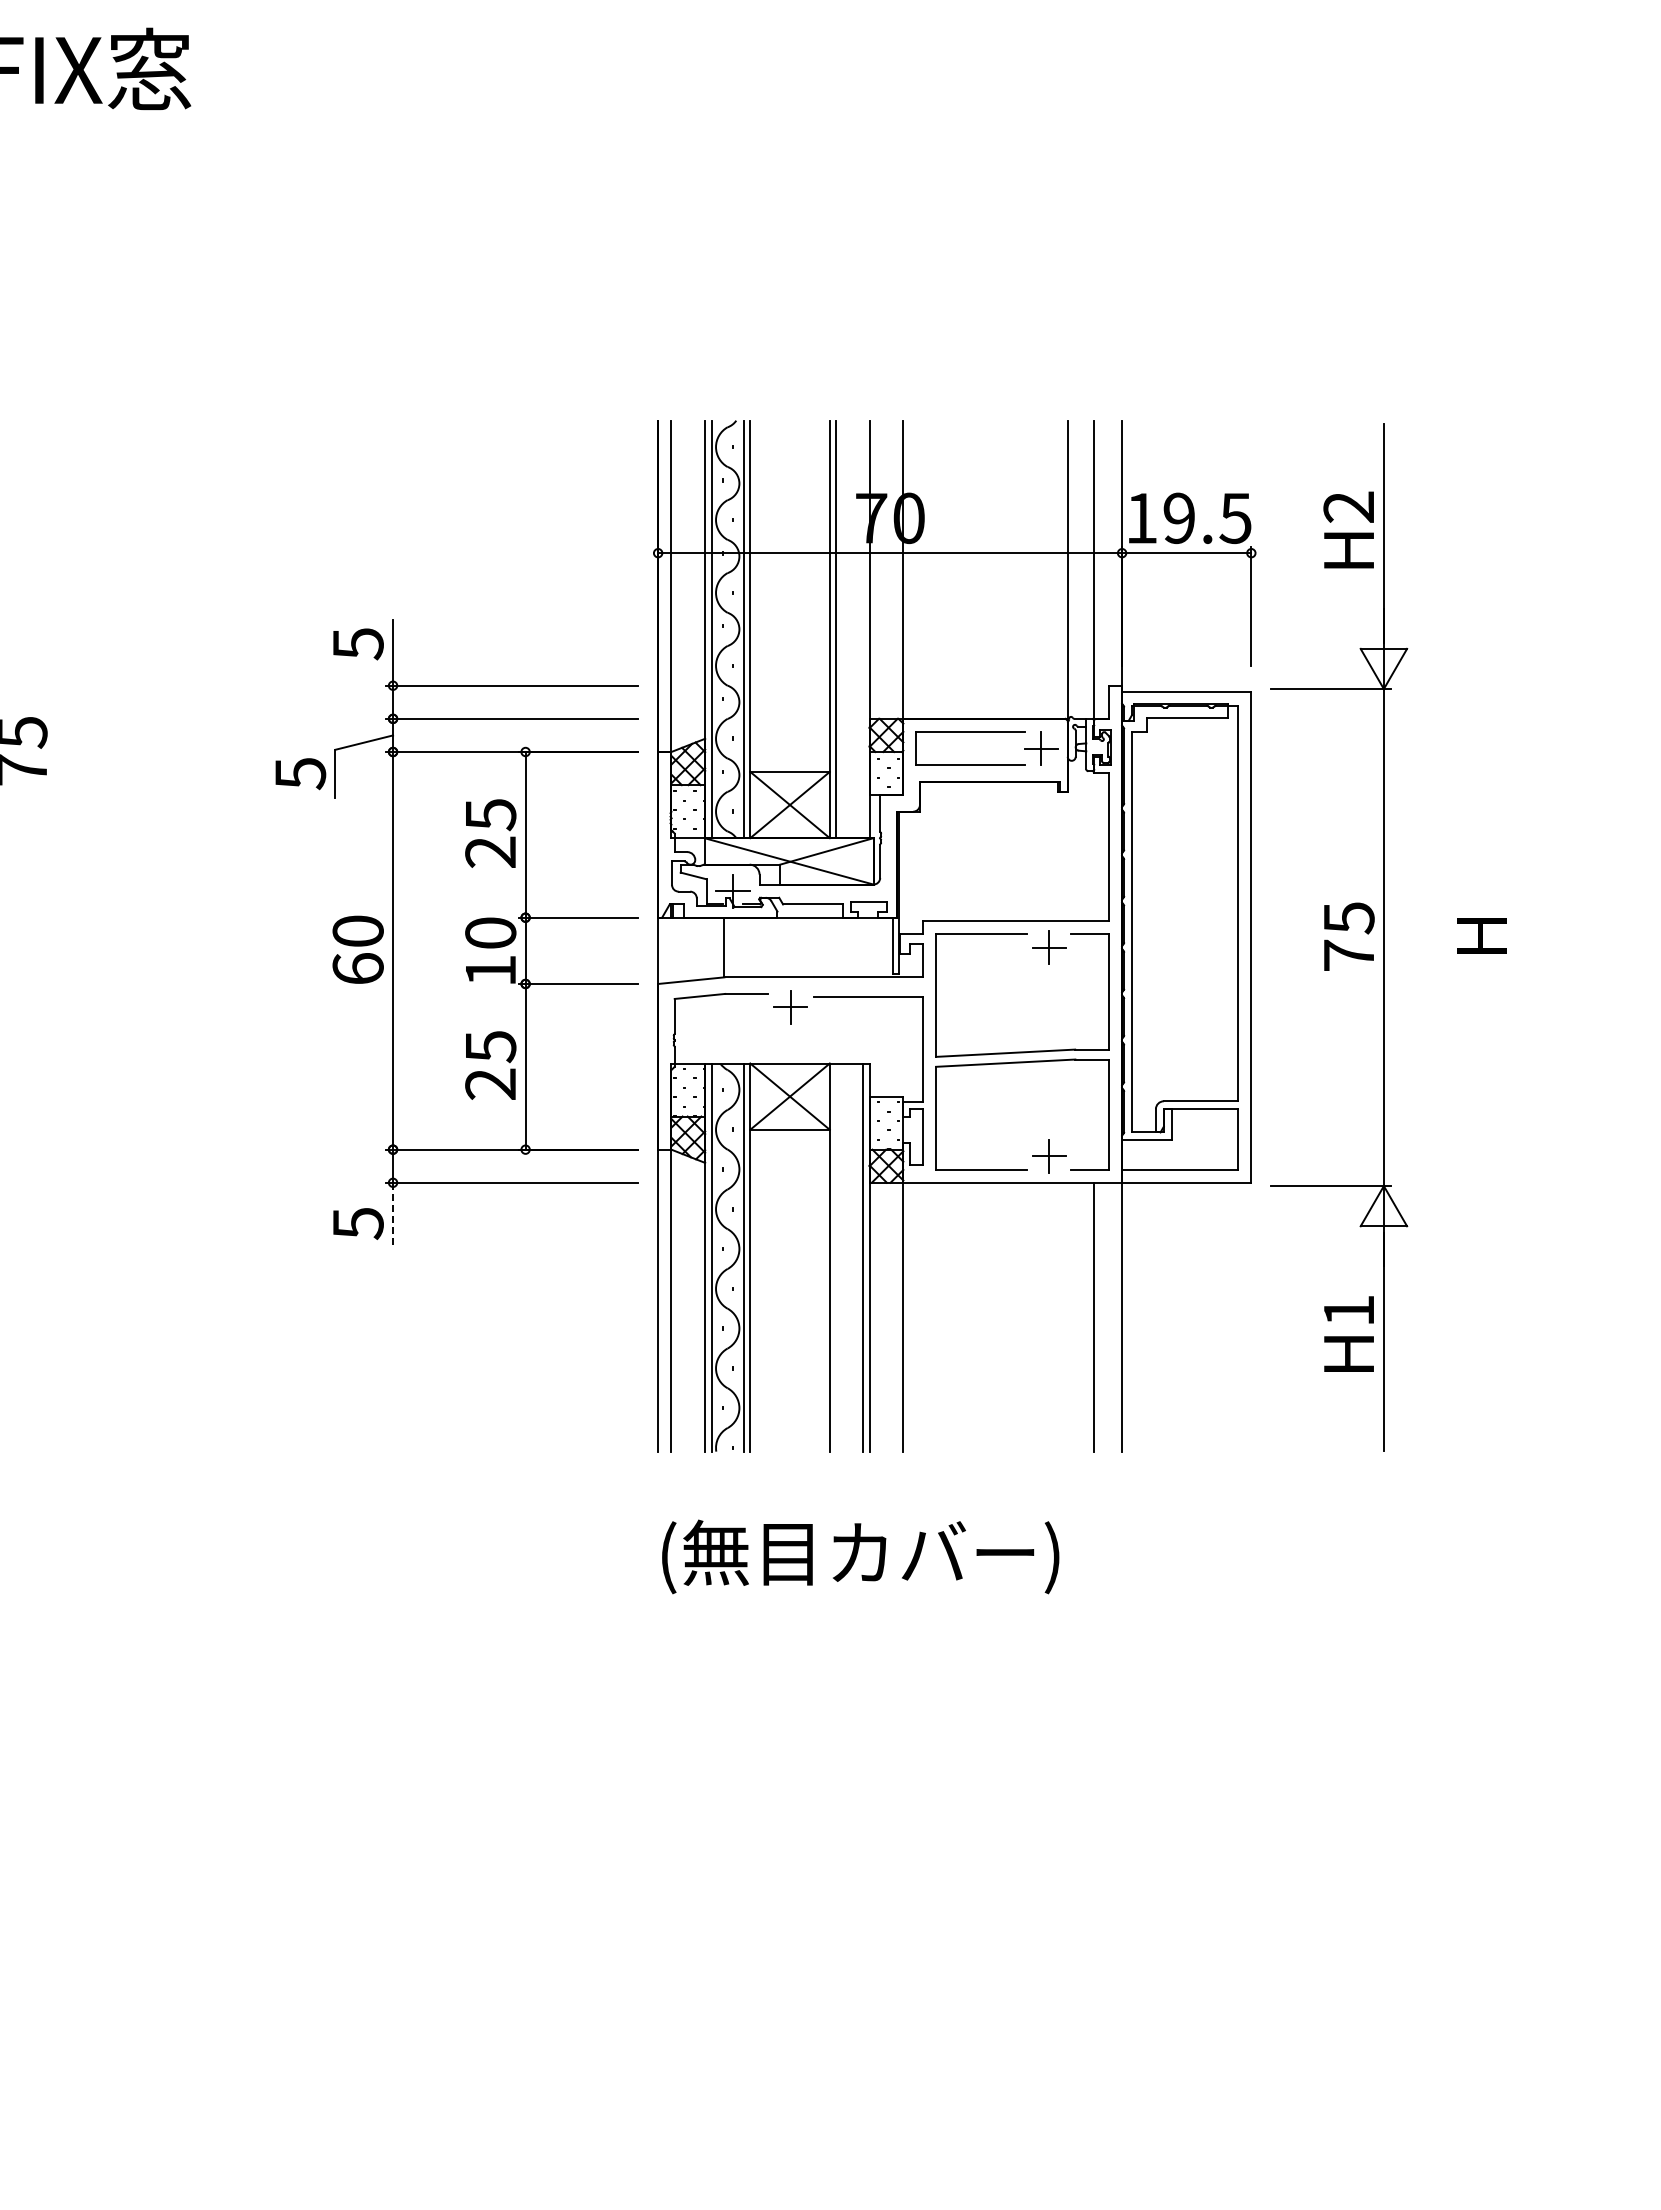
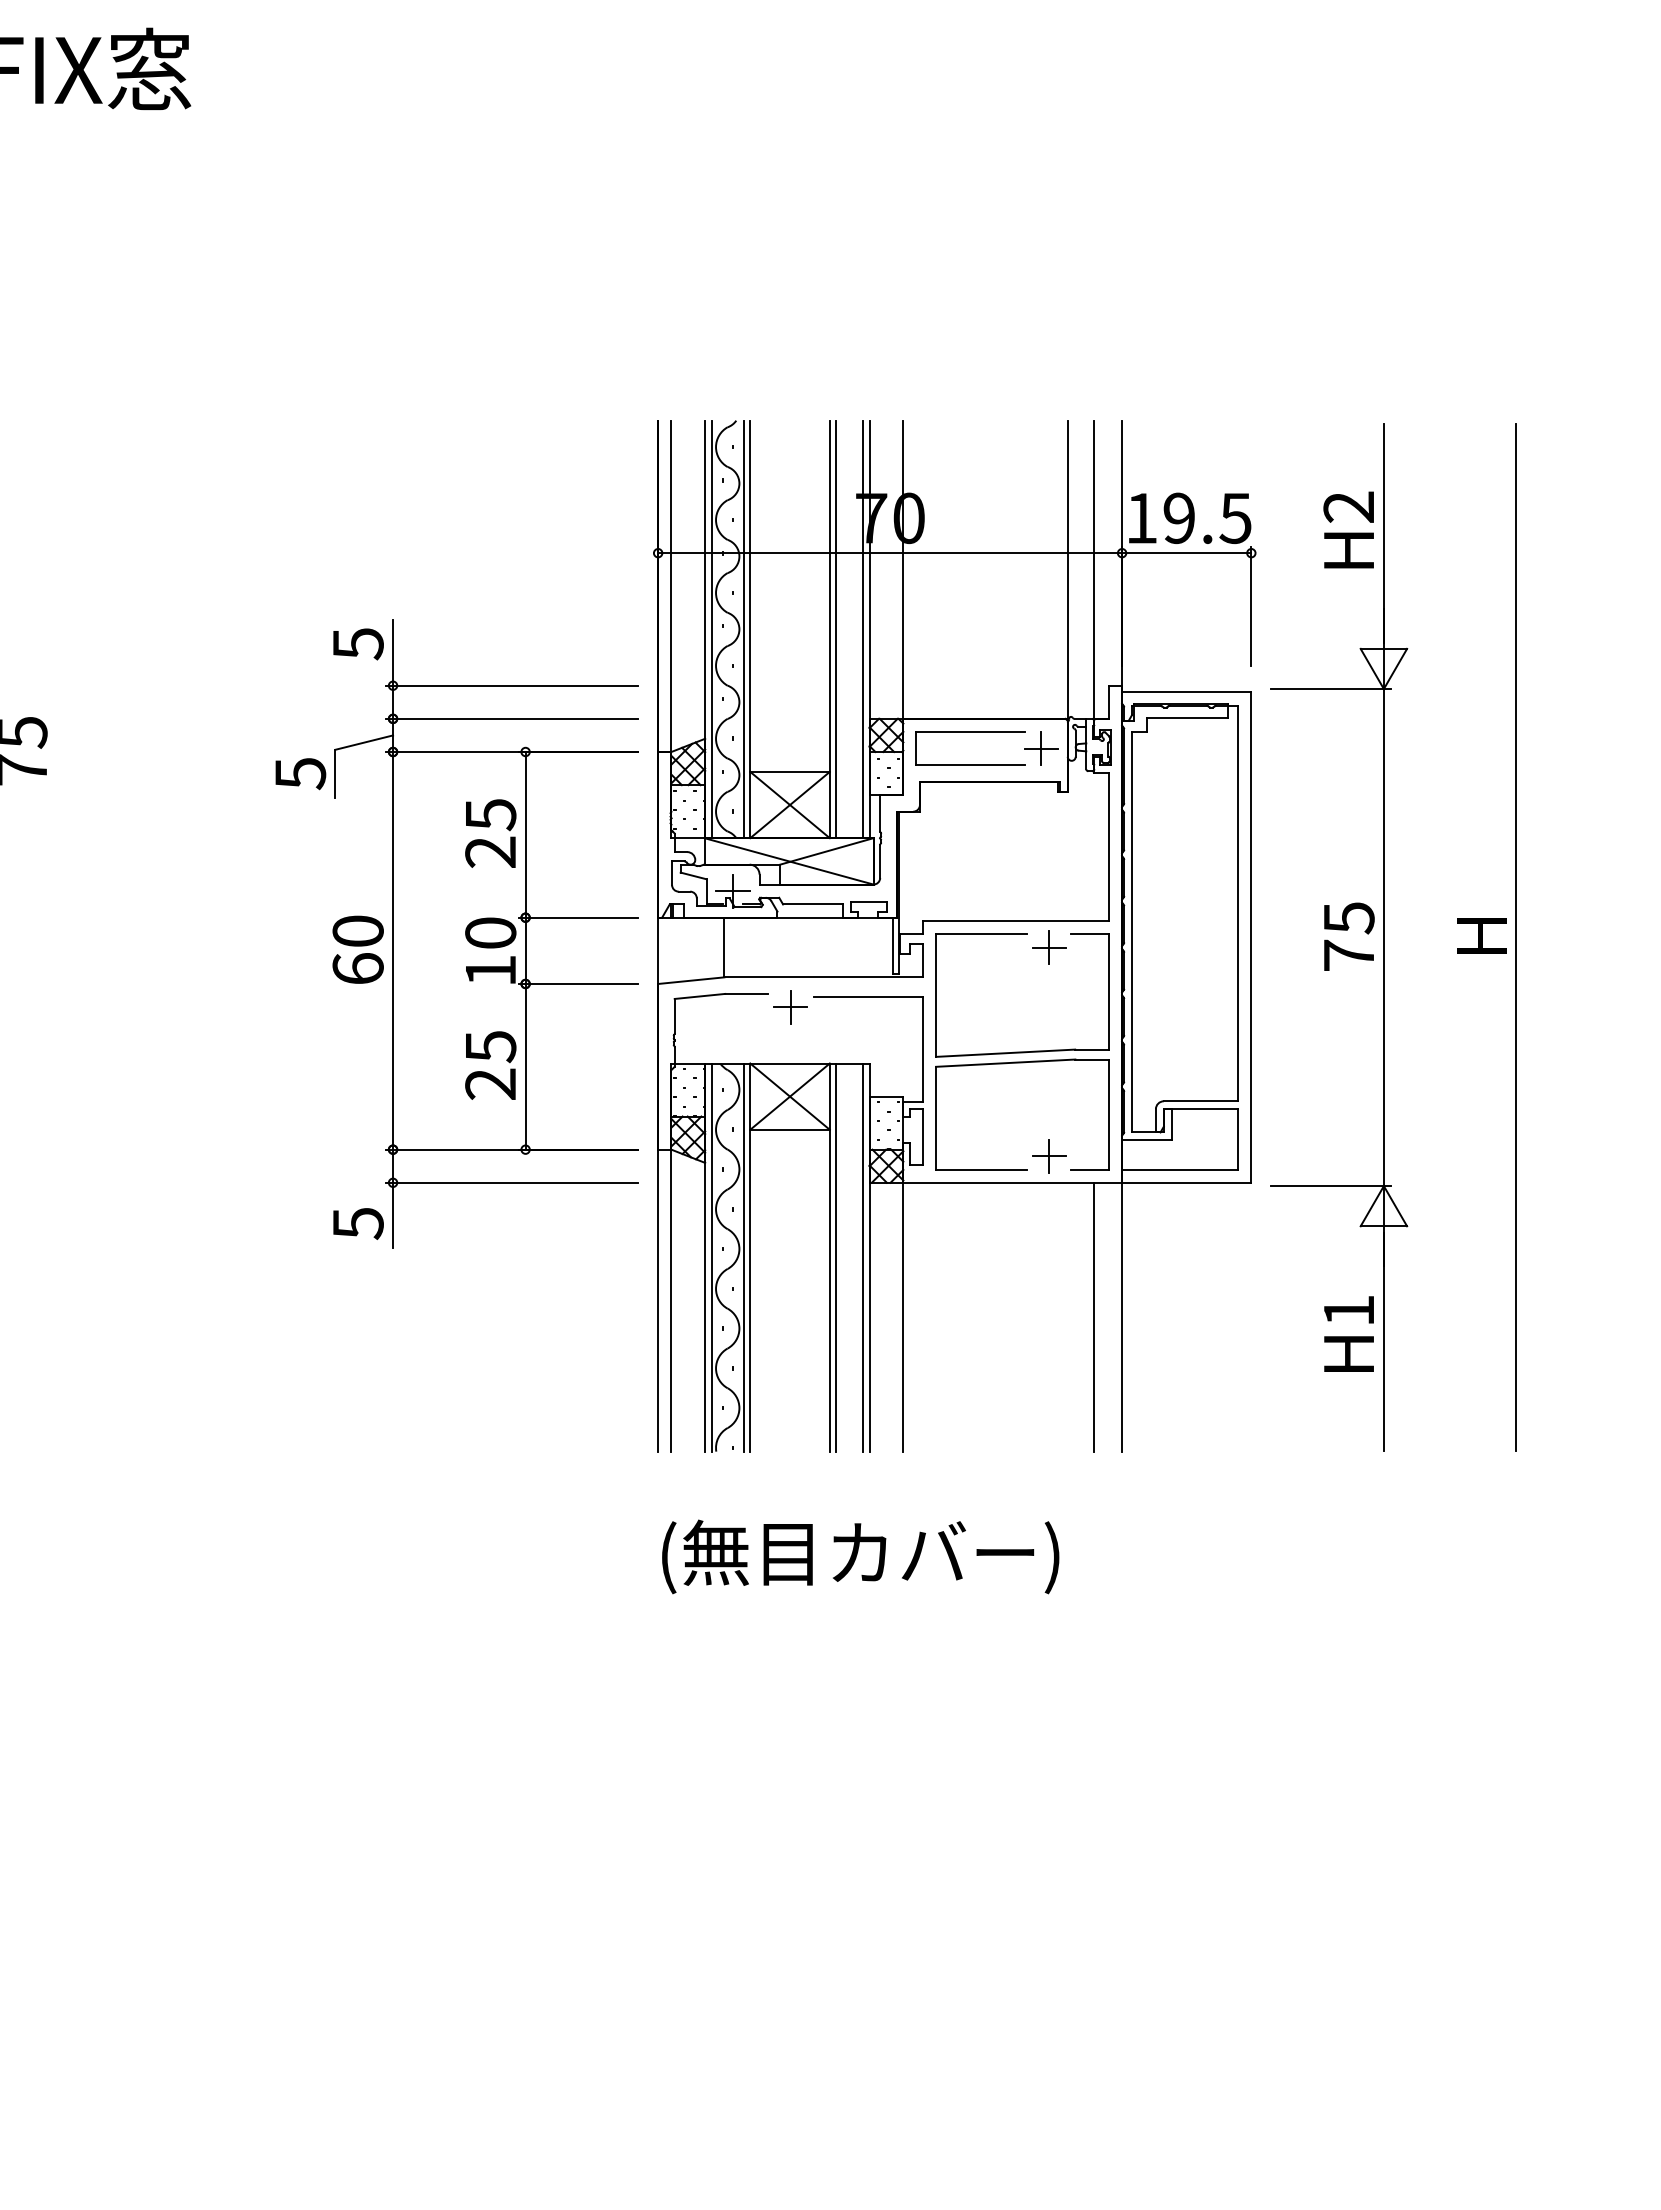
line at (862, 629): none -> present
line at (1516, 937): none -> present
line at (393, 1215): dashed -> solid
line at (836, 1257): none -> present
